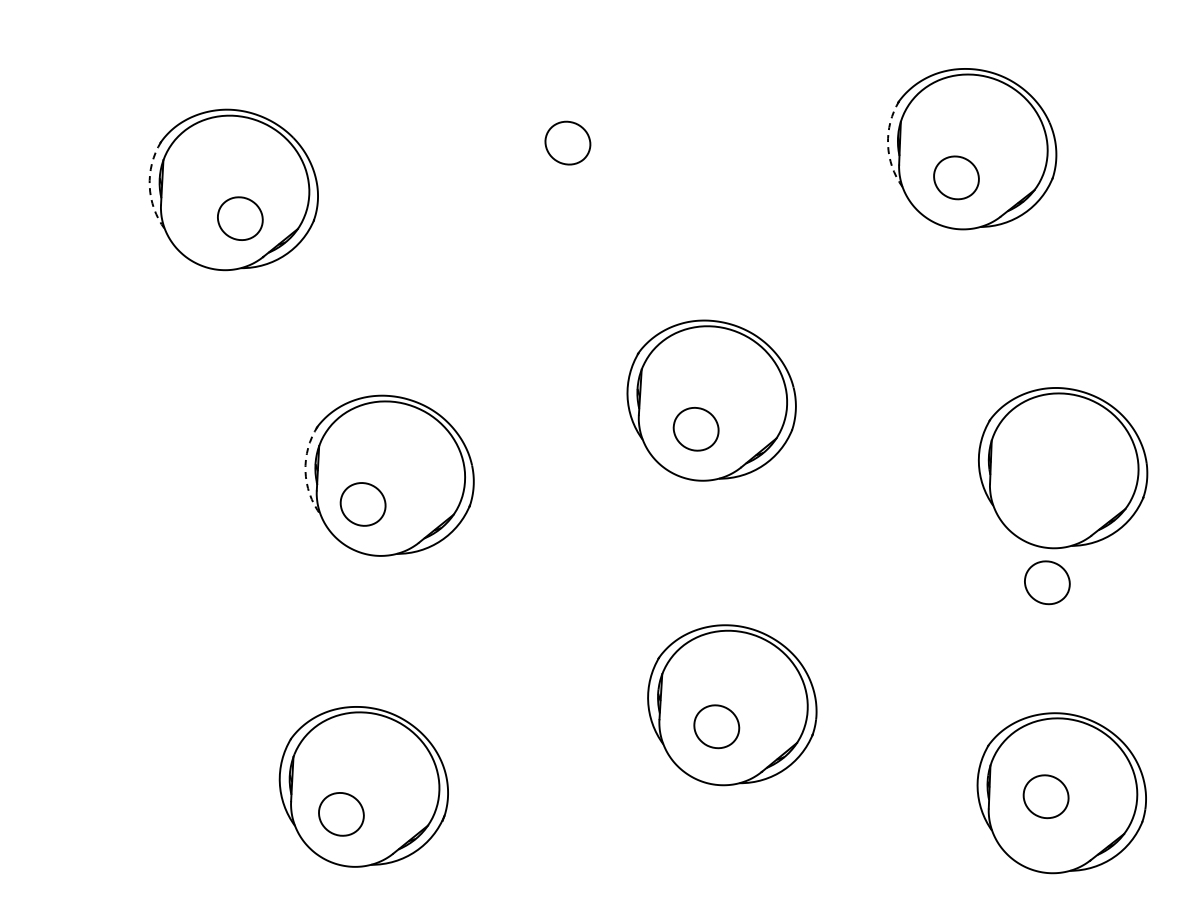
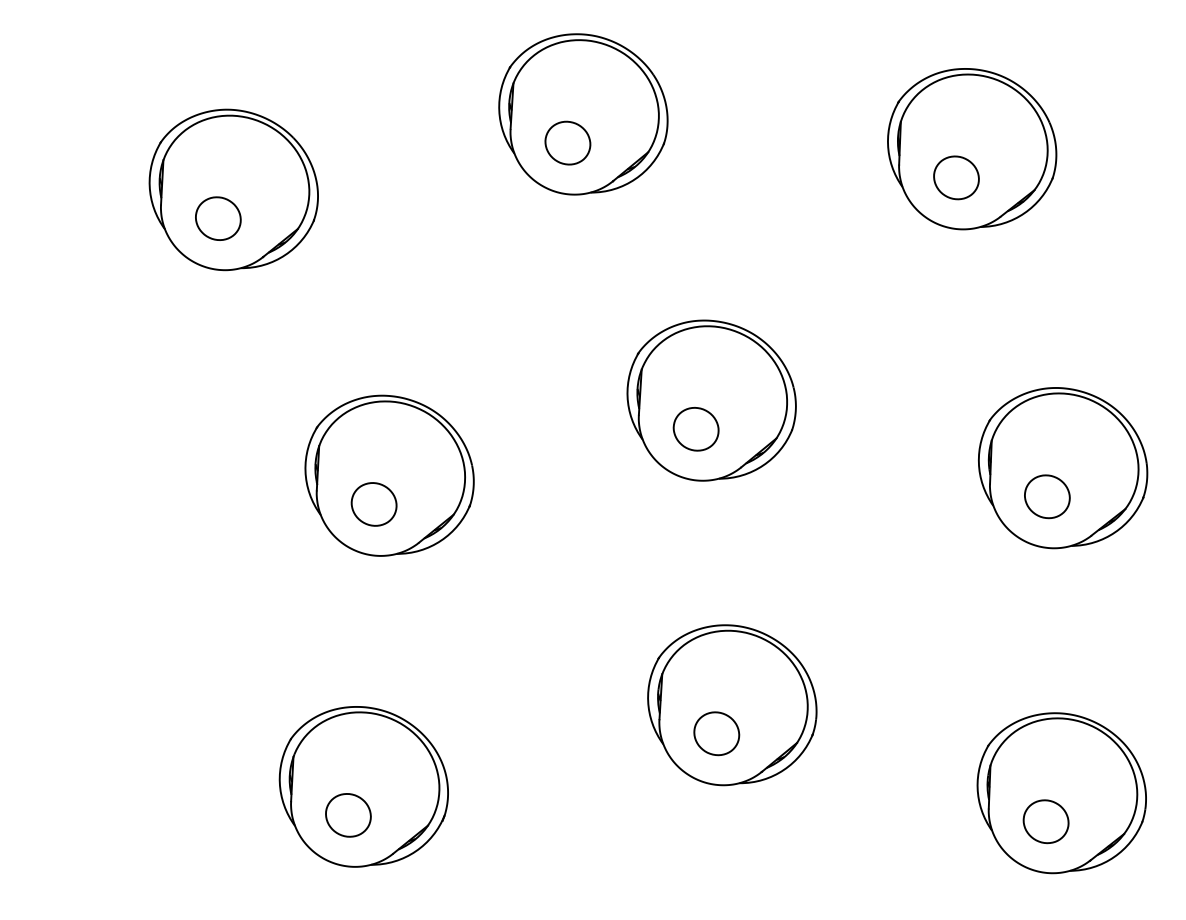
part at (583, 114): none -> present
arc at (888, 144): dashed -> solid
arc at (149, 186): dashed -> solid
part at (240, 218) position: (240, 218) -> (218, 218)
arc at (305, 471): dashed -> solid
part at (362, 504) position: (362, 504) -> (373, 504)
part at (1047, 582) position: (1047, 582) -> (1047, 496)
part at (716, 726) position: (716, 726) -> (716, 733)
part at (1045, 796) position: (1045, 796) -> (1045, 821)
part at (341, 814) position: (341, 814) -> (348, 815)
